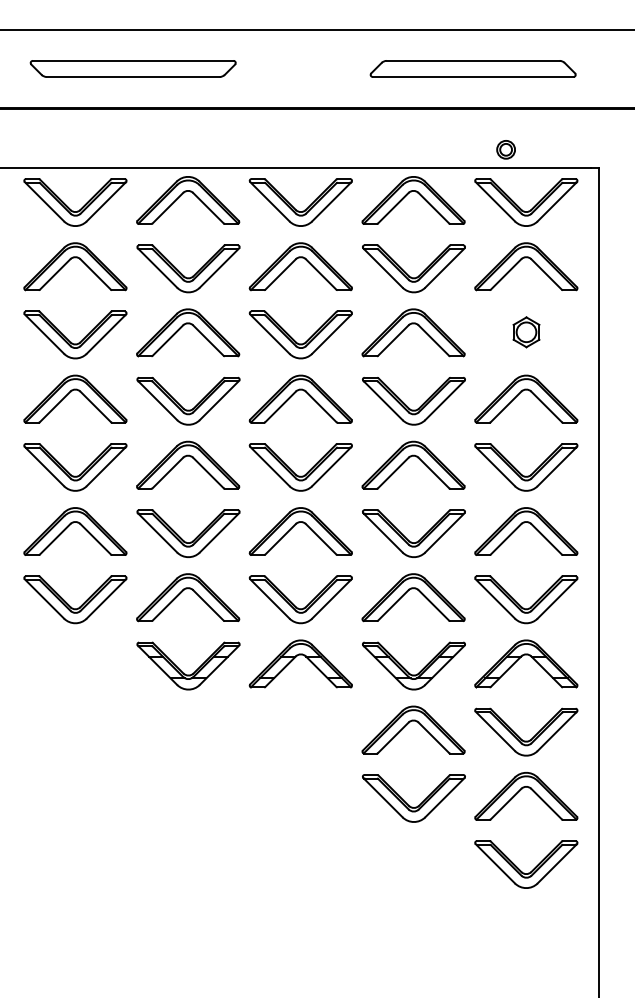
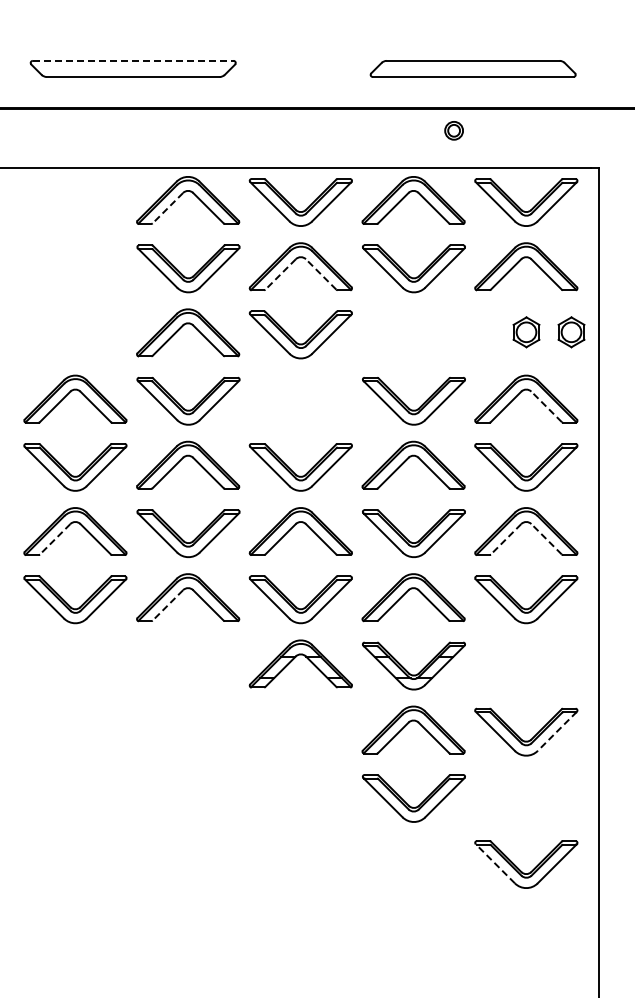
line at (316, 29): present -> none
line at (133, 60): solid -> dashed
part at (505, 149) position: (505, 149) -> (453, 130)
part at (69, 207): present -> none
line at (167, 208): solid -> dashed
part at (70, 260): present -> none
line at (280, 274): solid -> dashed
line at (320, 274): solid -> dashed
part at (410, 325): present -> none
part at (571, 332): none -> present
part at (71, 341): present -> none
part at (295, 393): present -> none
line at (546, 406): solid -> dashed
line at (546, 538): solid -> dashed
line at (54, 539): solid -> dashed
line at (505, 539): solid -> dashed
line at (167, 605): solid -> dashed
part at (530, 657): present -> none
part at (182, 671): present -> none
line at (557, 731): solid -> dashed
part at (521, 790): present -> none
line at (495, 863): solid -> dashed
